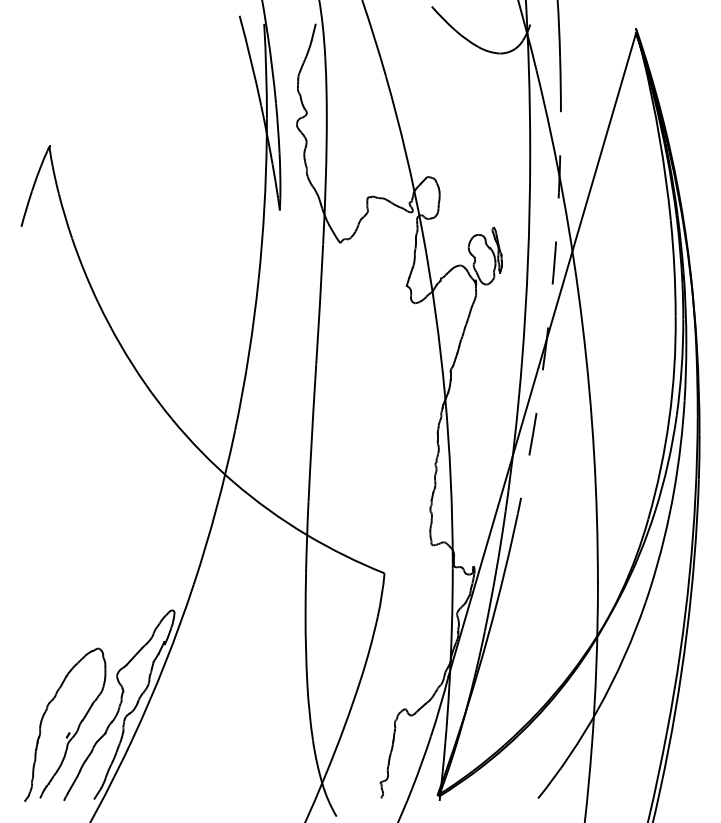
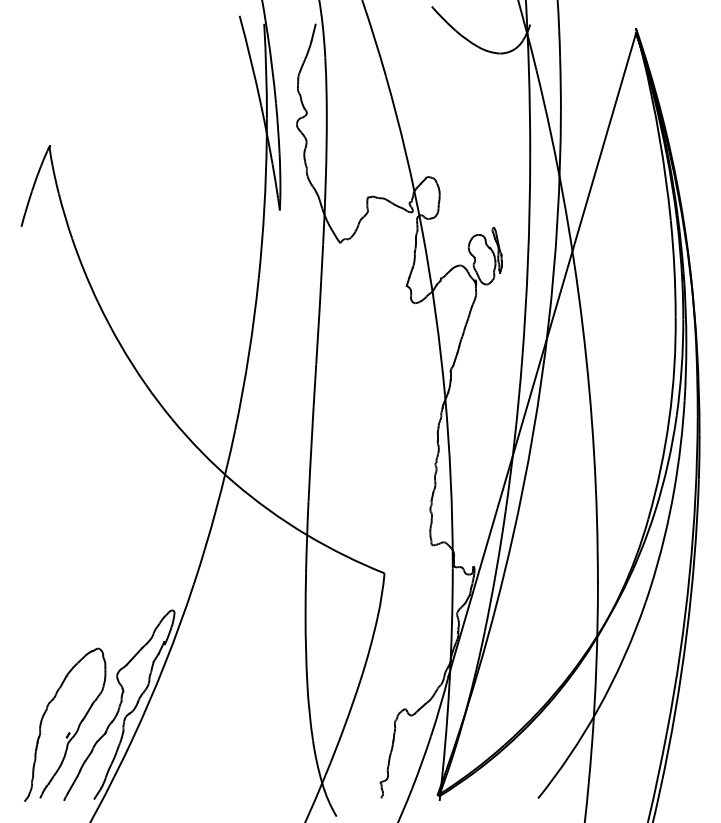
arc at (548, 326): dashed -> solid
